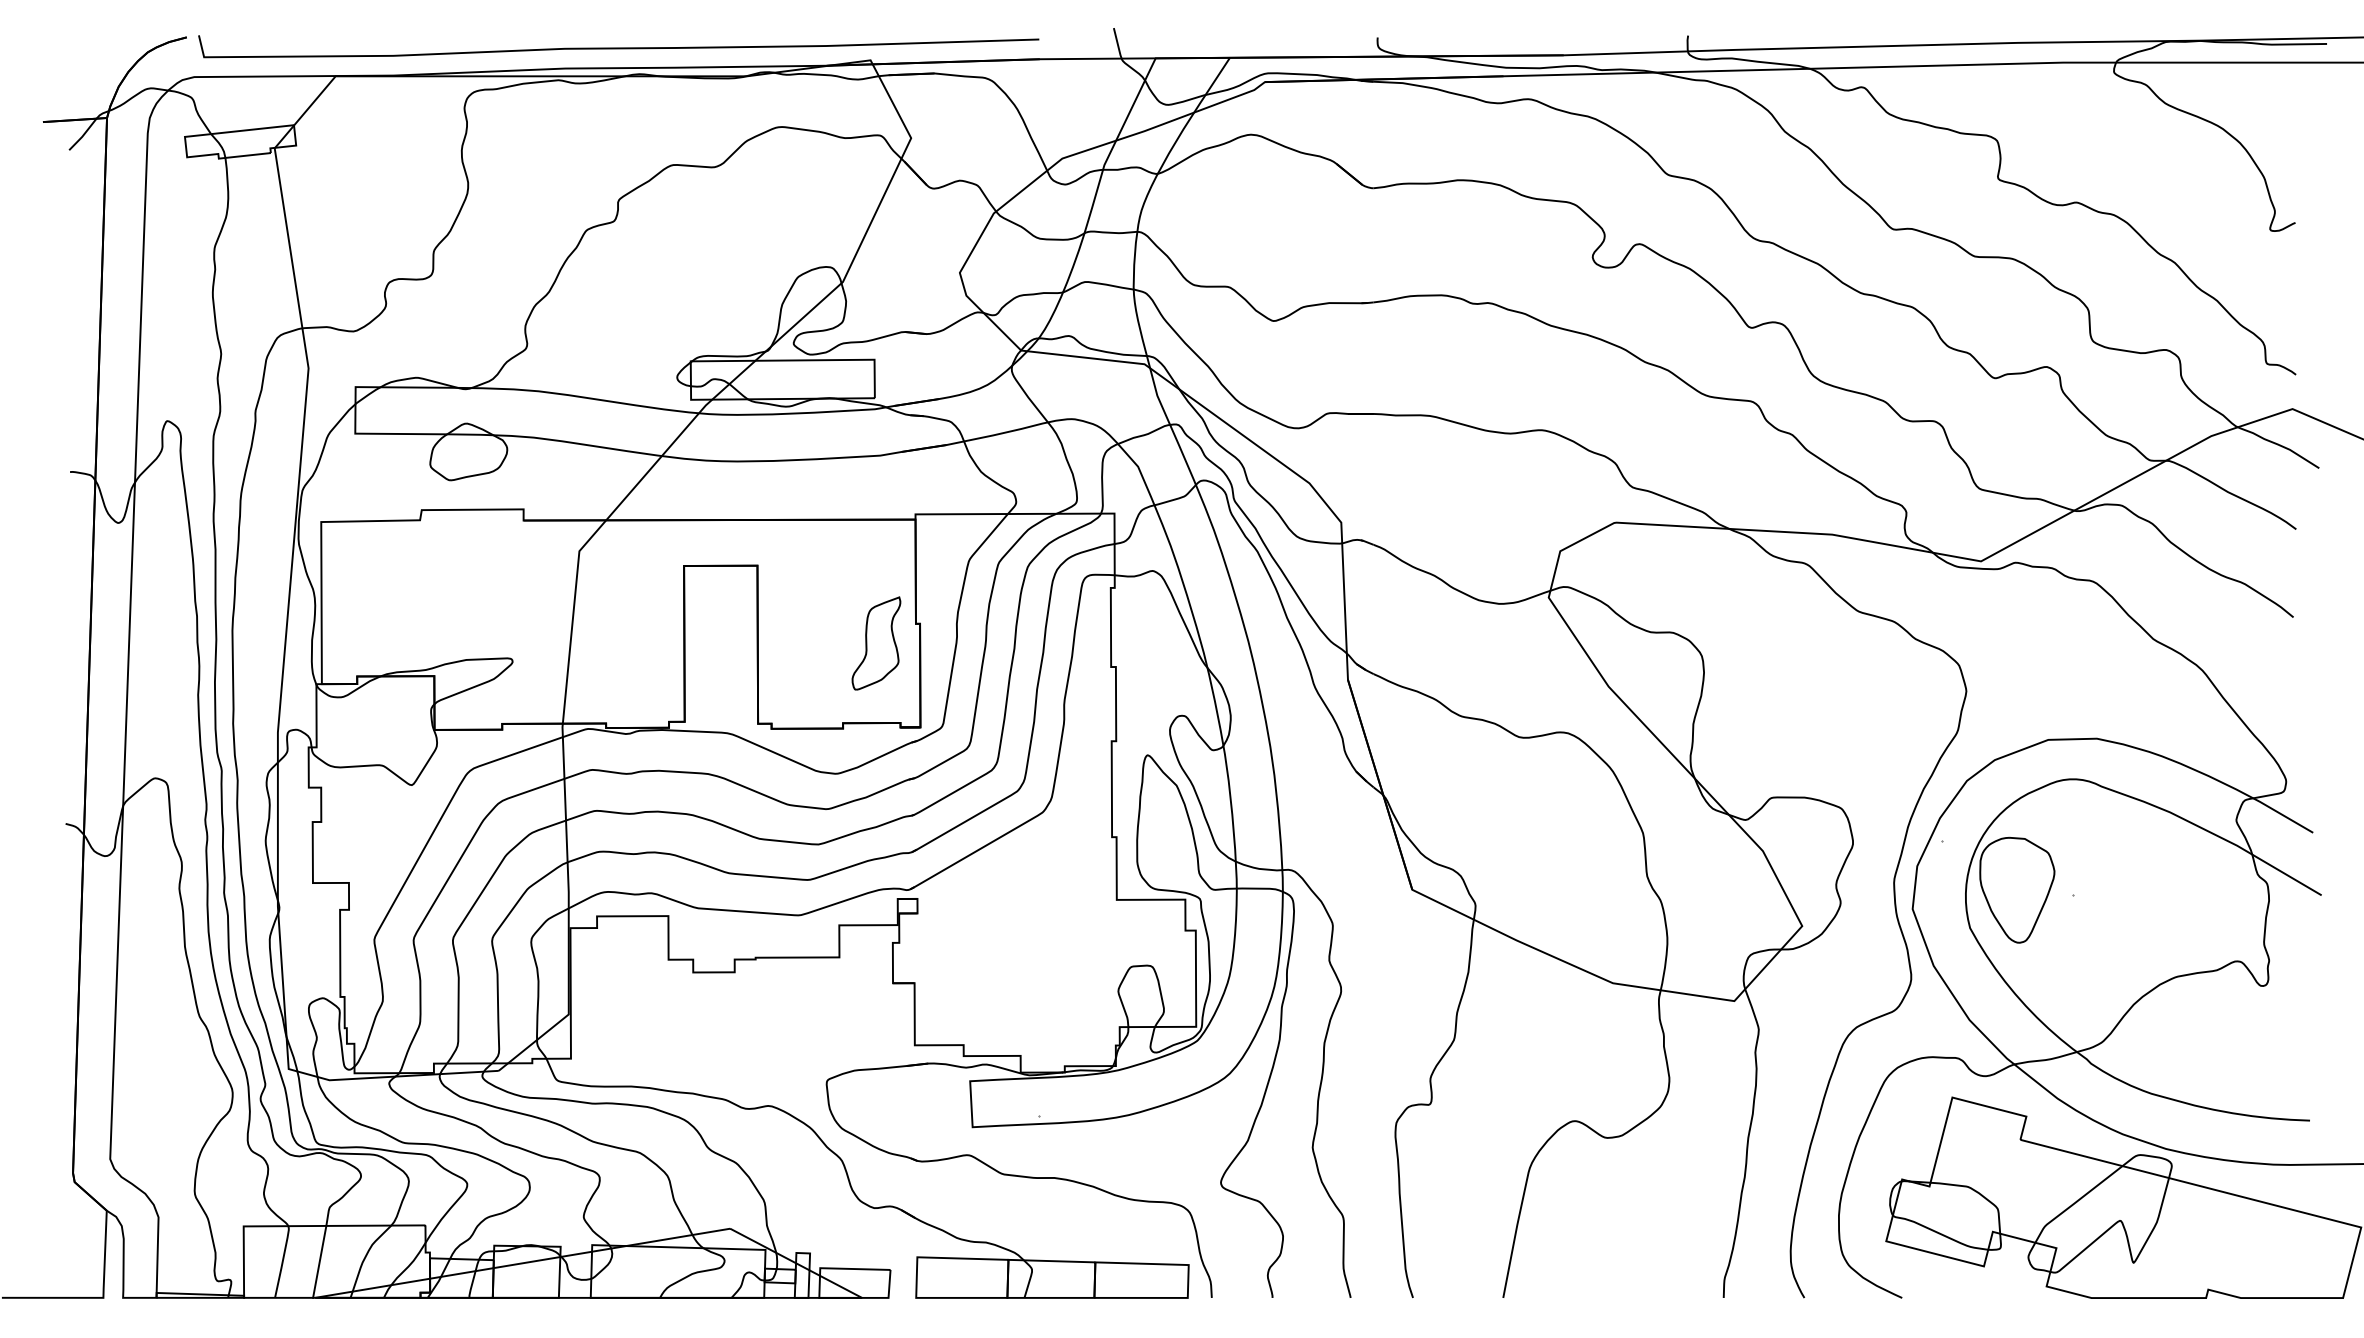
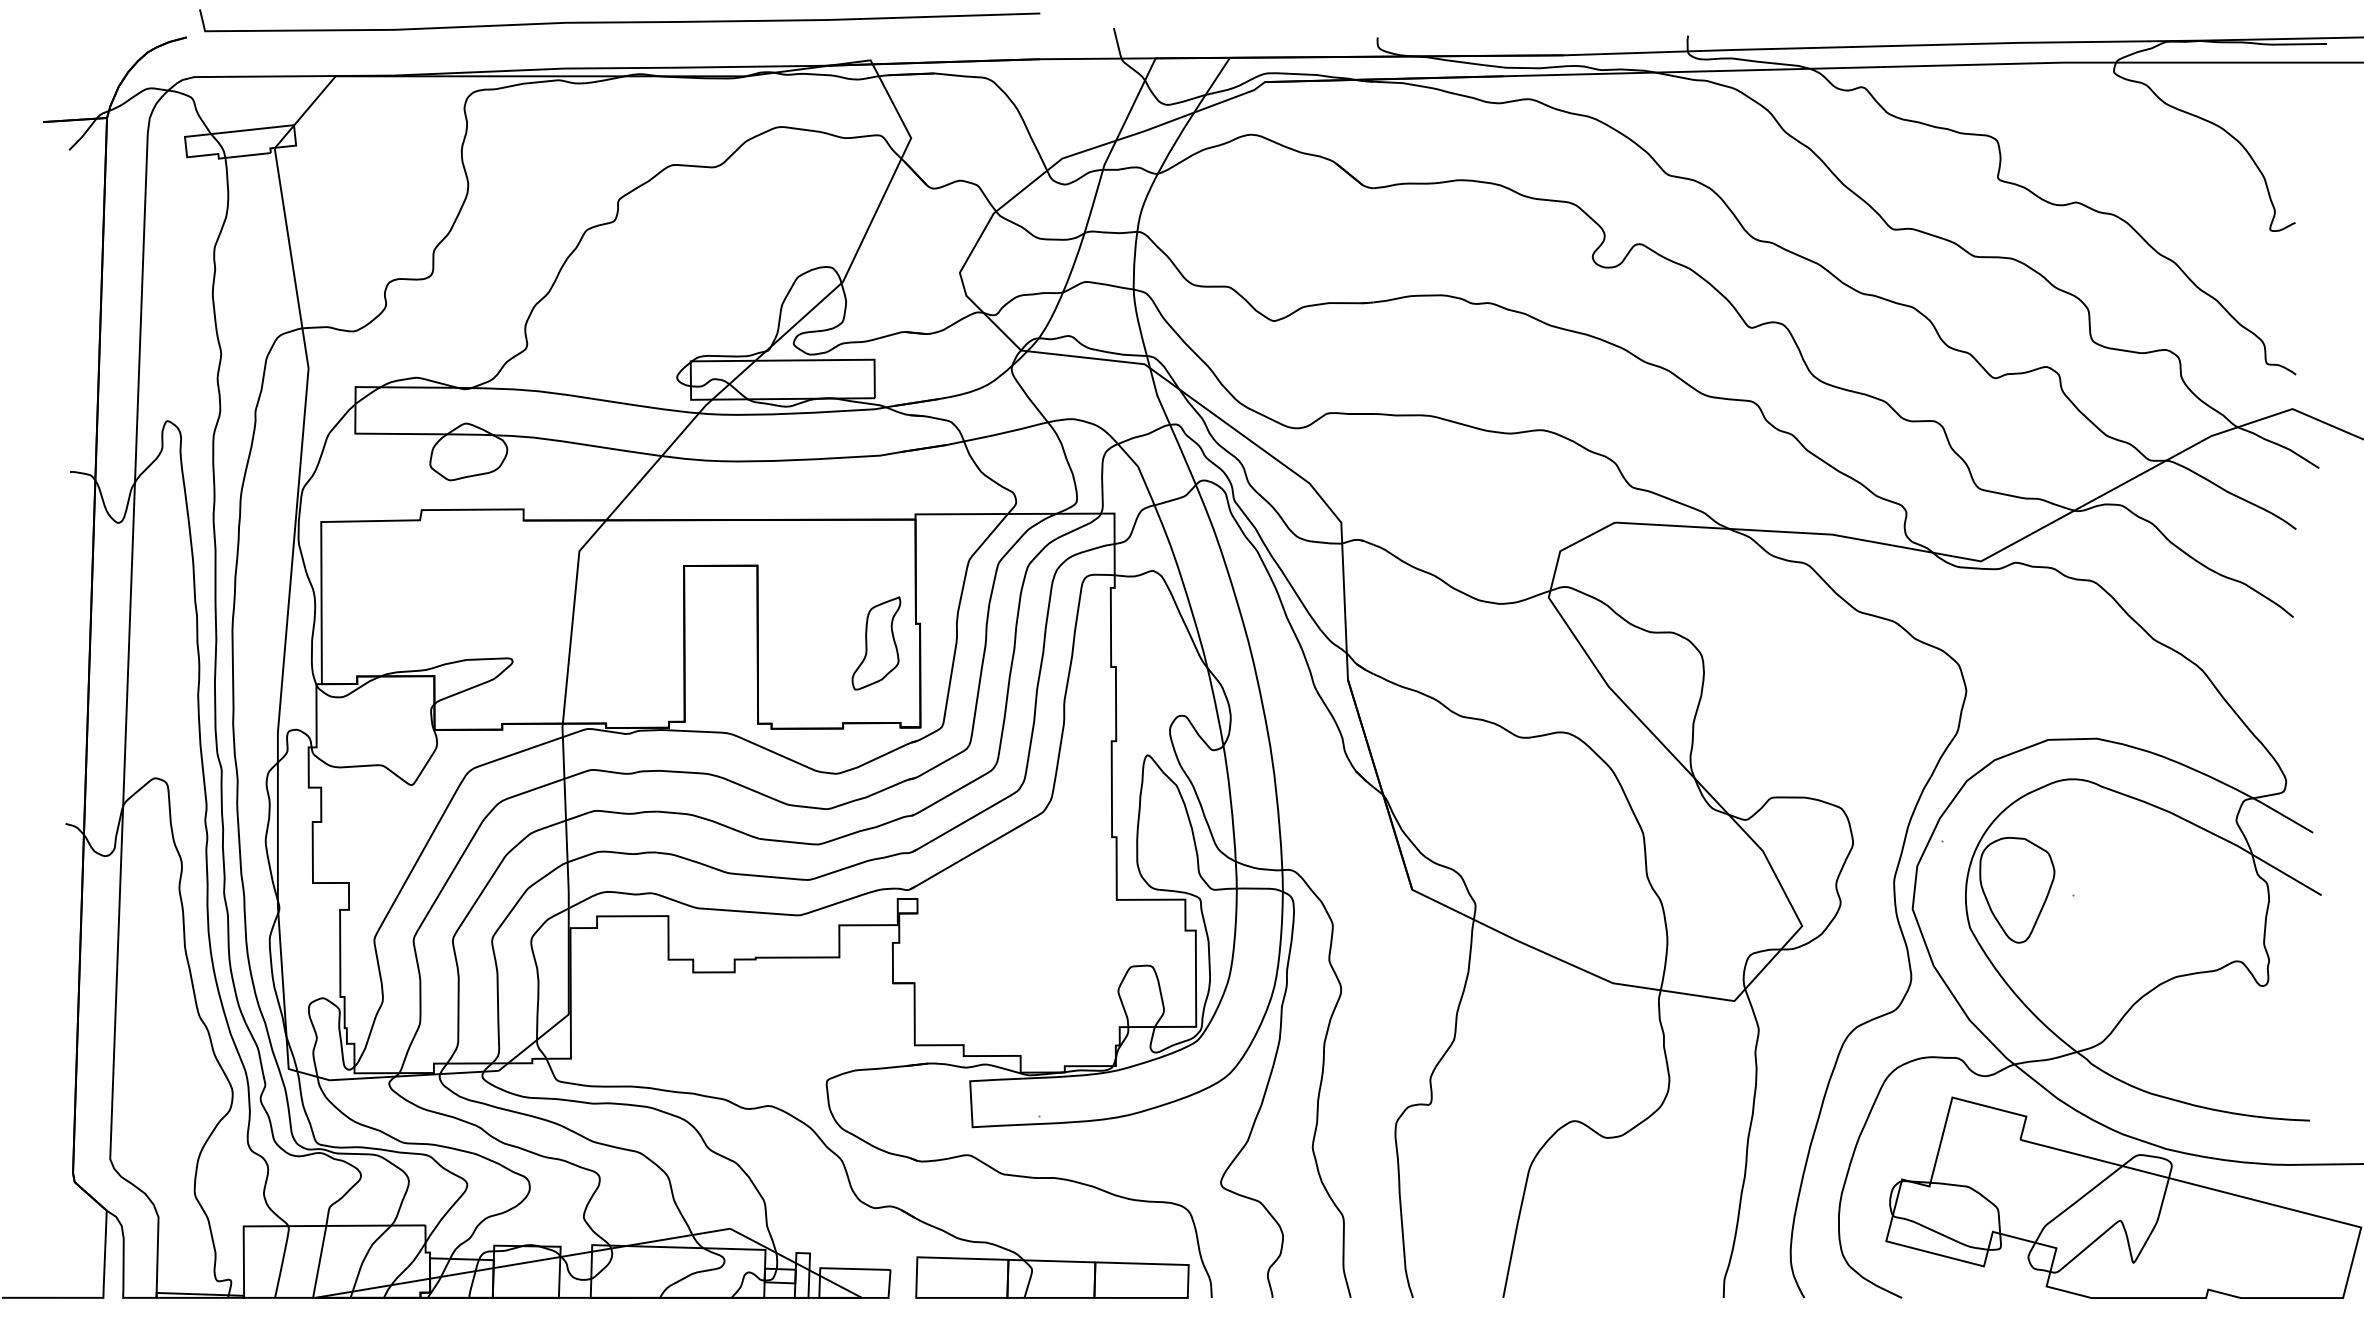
curve at (618, 47) position: (618, 47) -> (619, 21)
